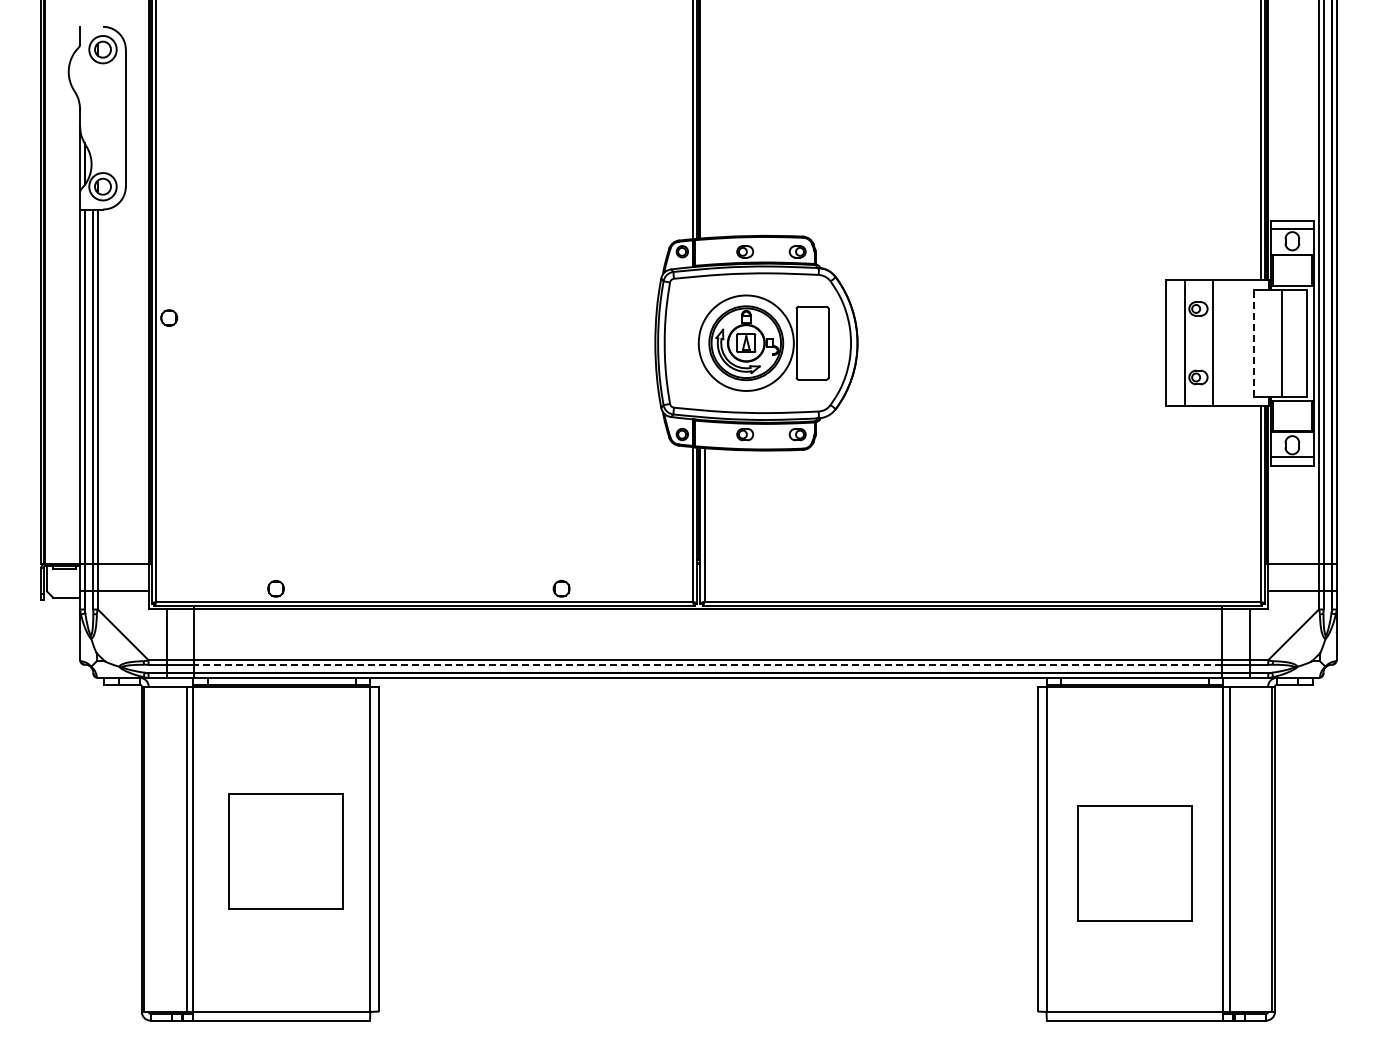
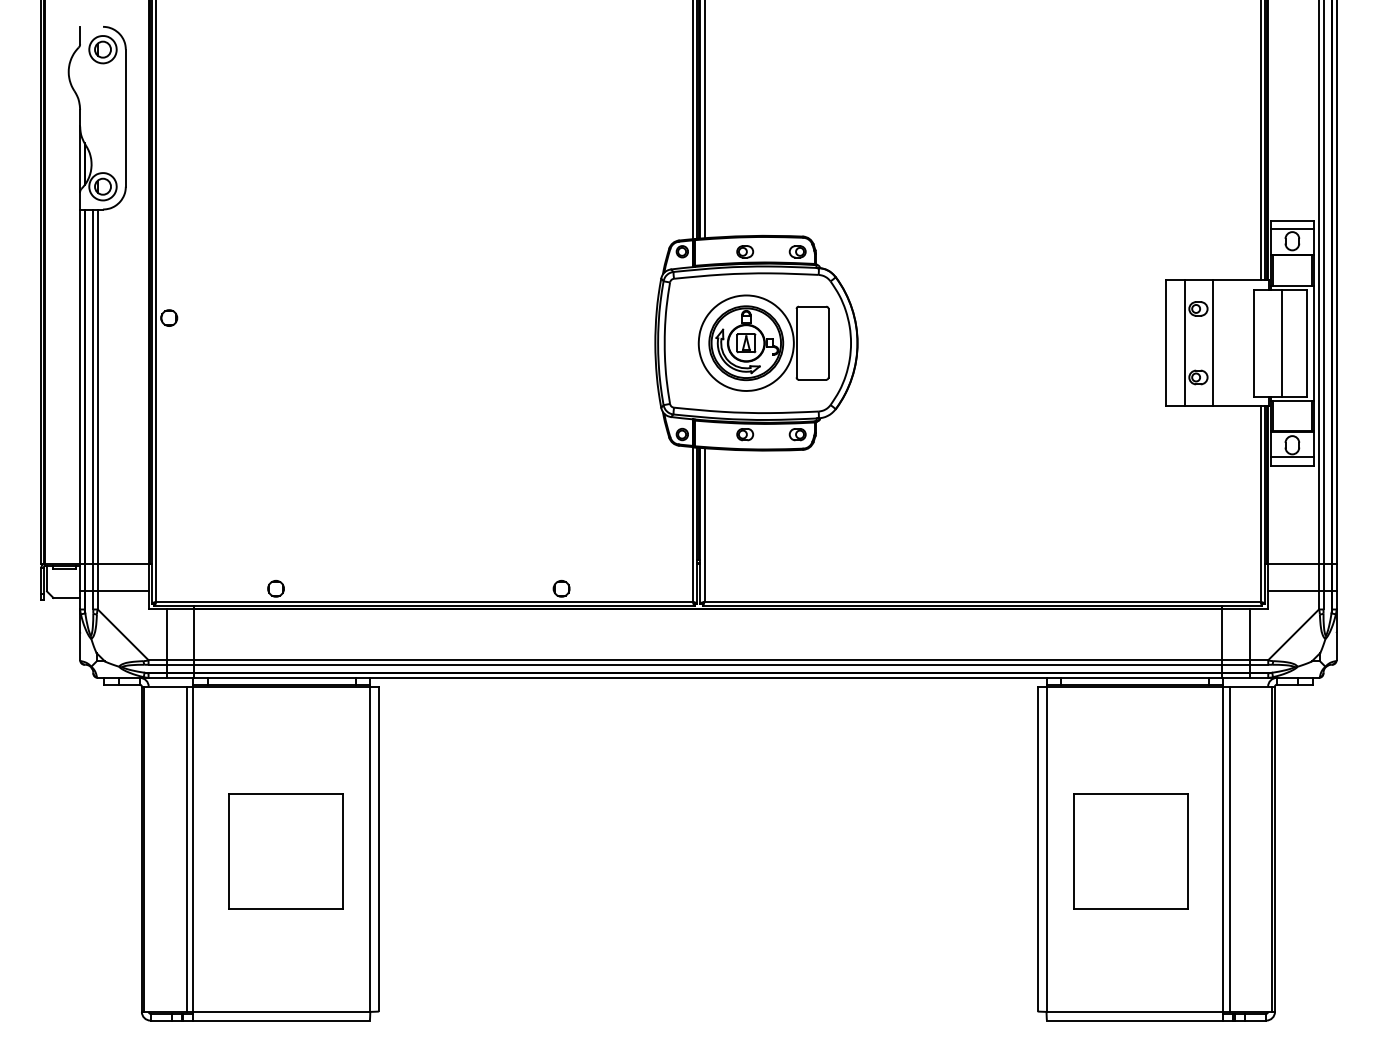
line at (704, 120): none -> present
line at (1253, 343): dashed -> solid
line at (707, 664): dashed -> solid
part at (1134, 863) position: (1134, 863) -> (1130, 851)
